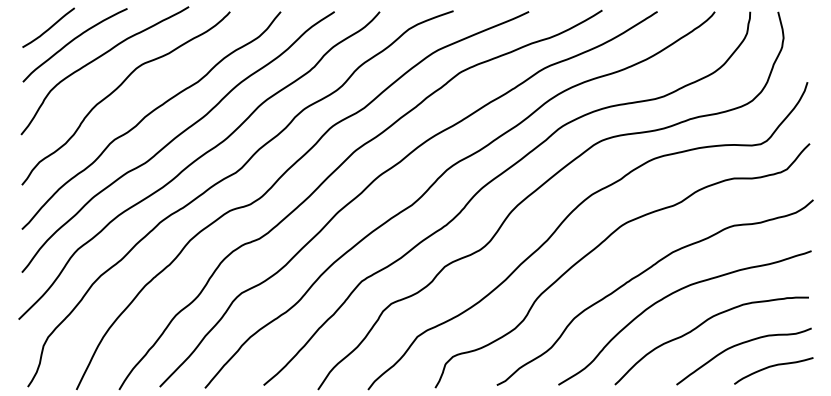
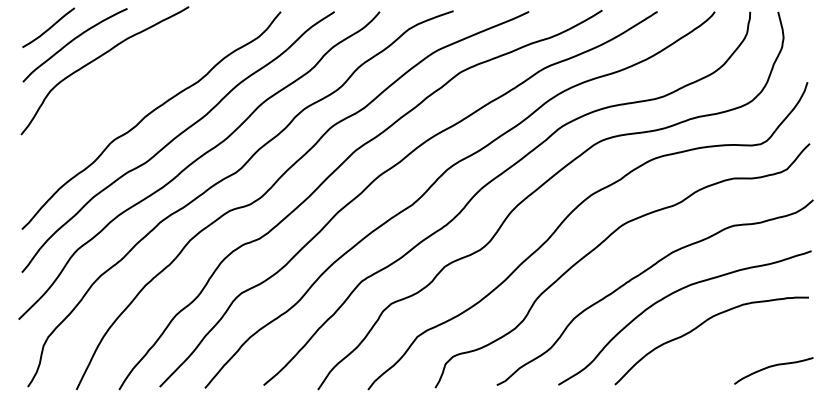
curve at (117, 89): present -> none
curve at (739, 345): present -> none
